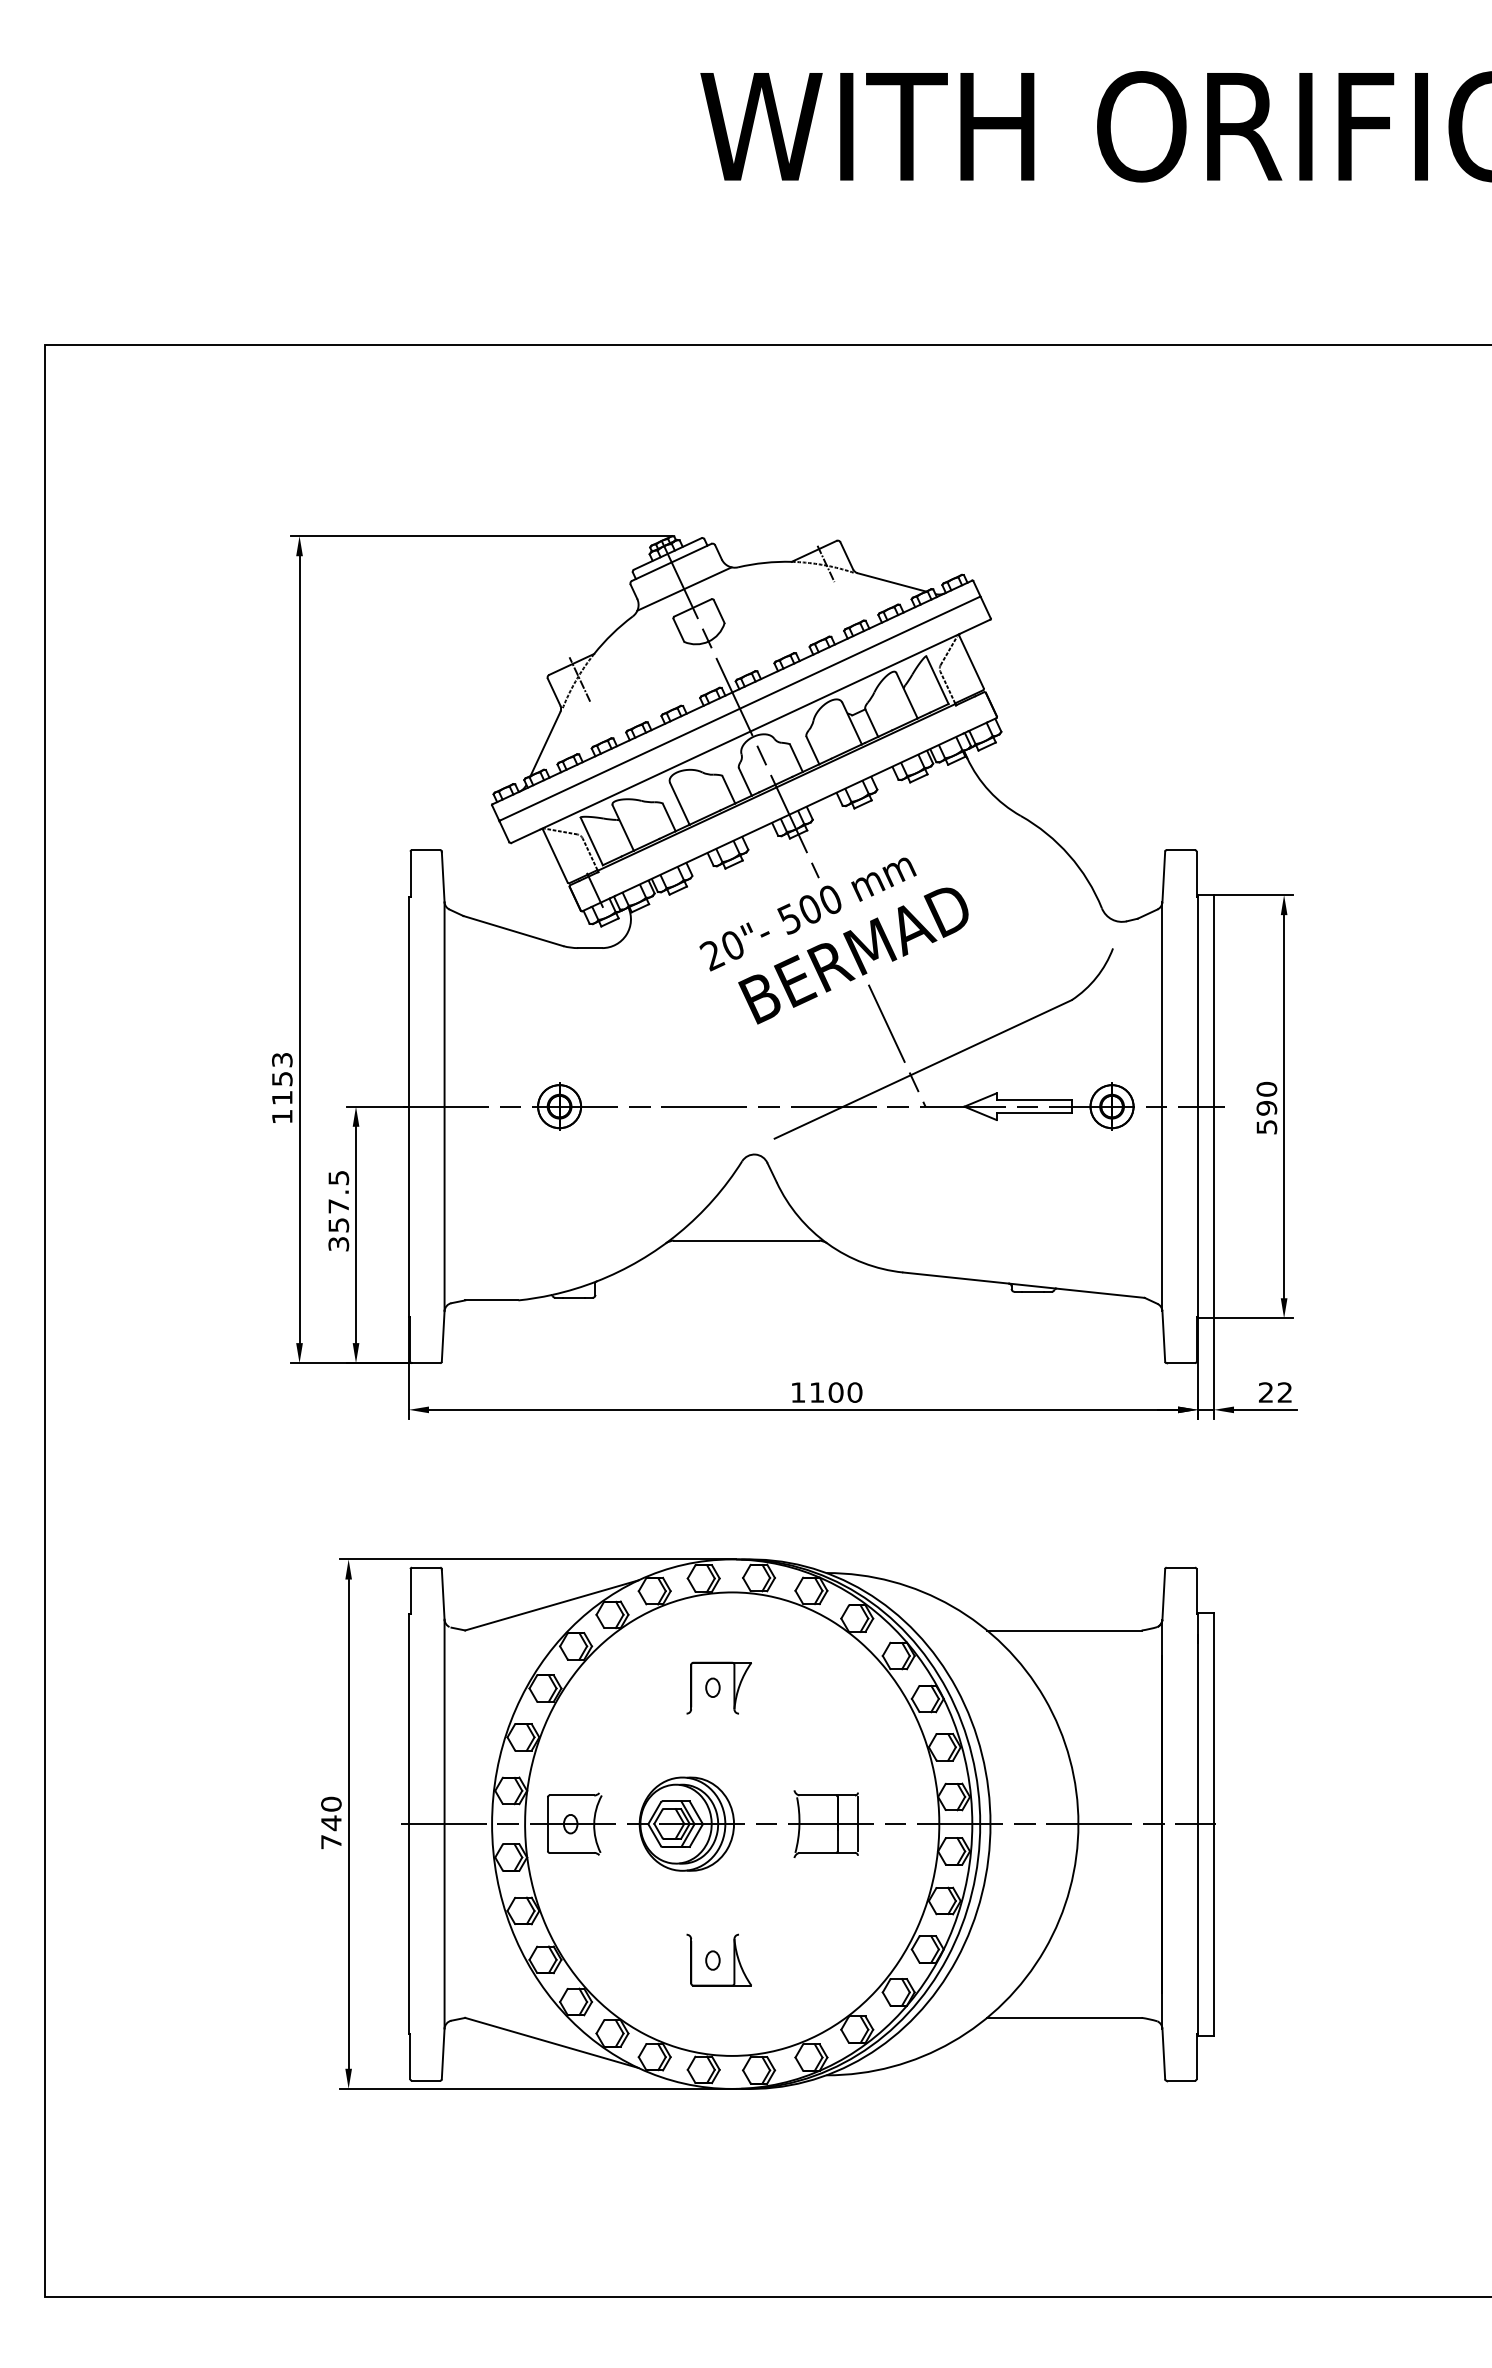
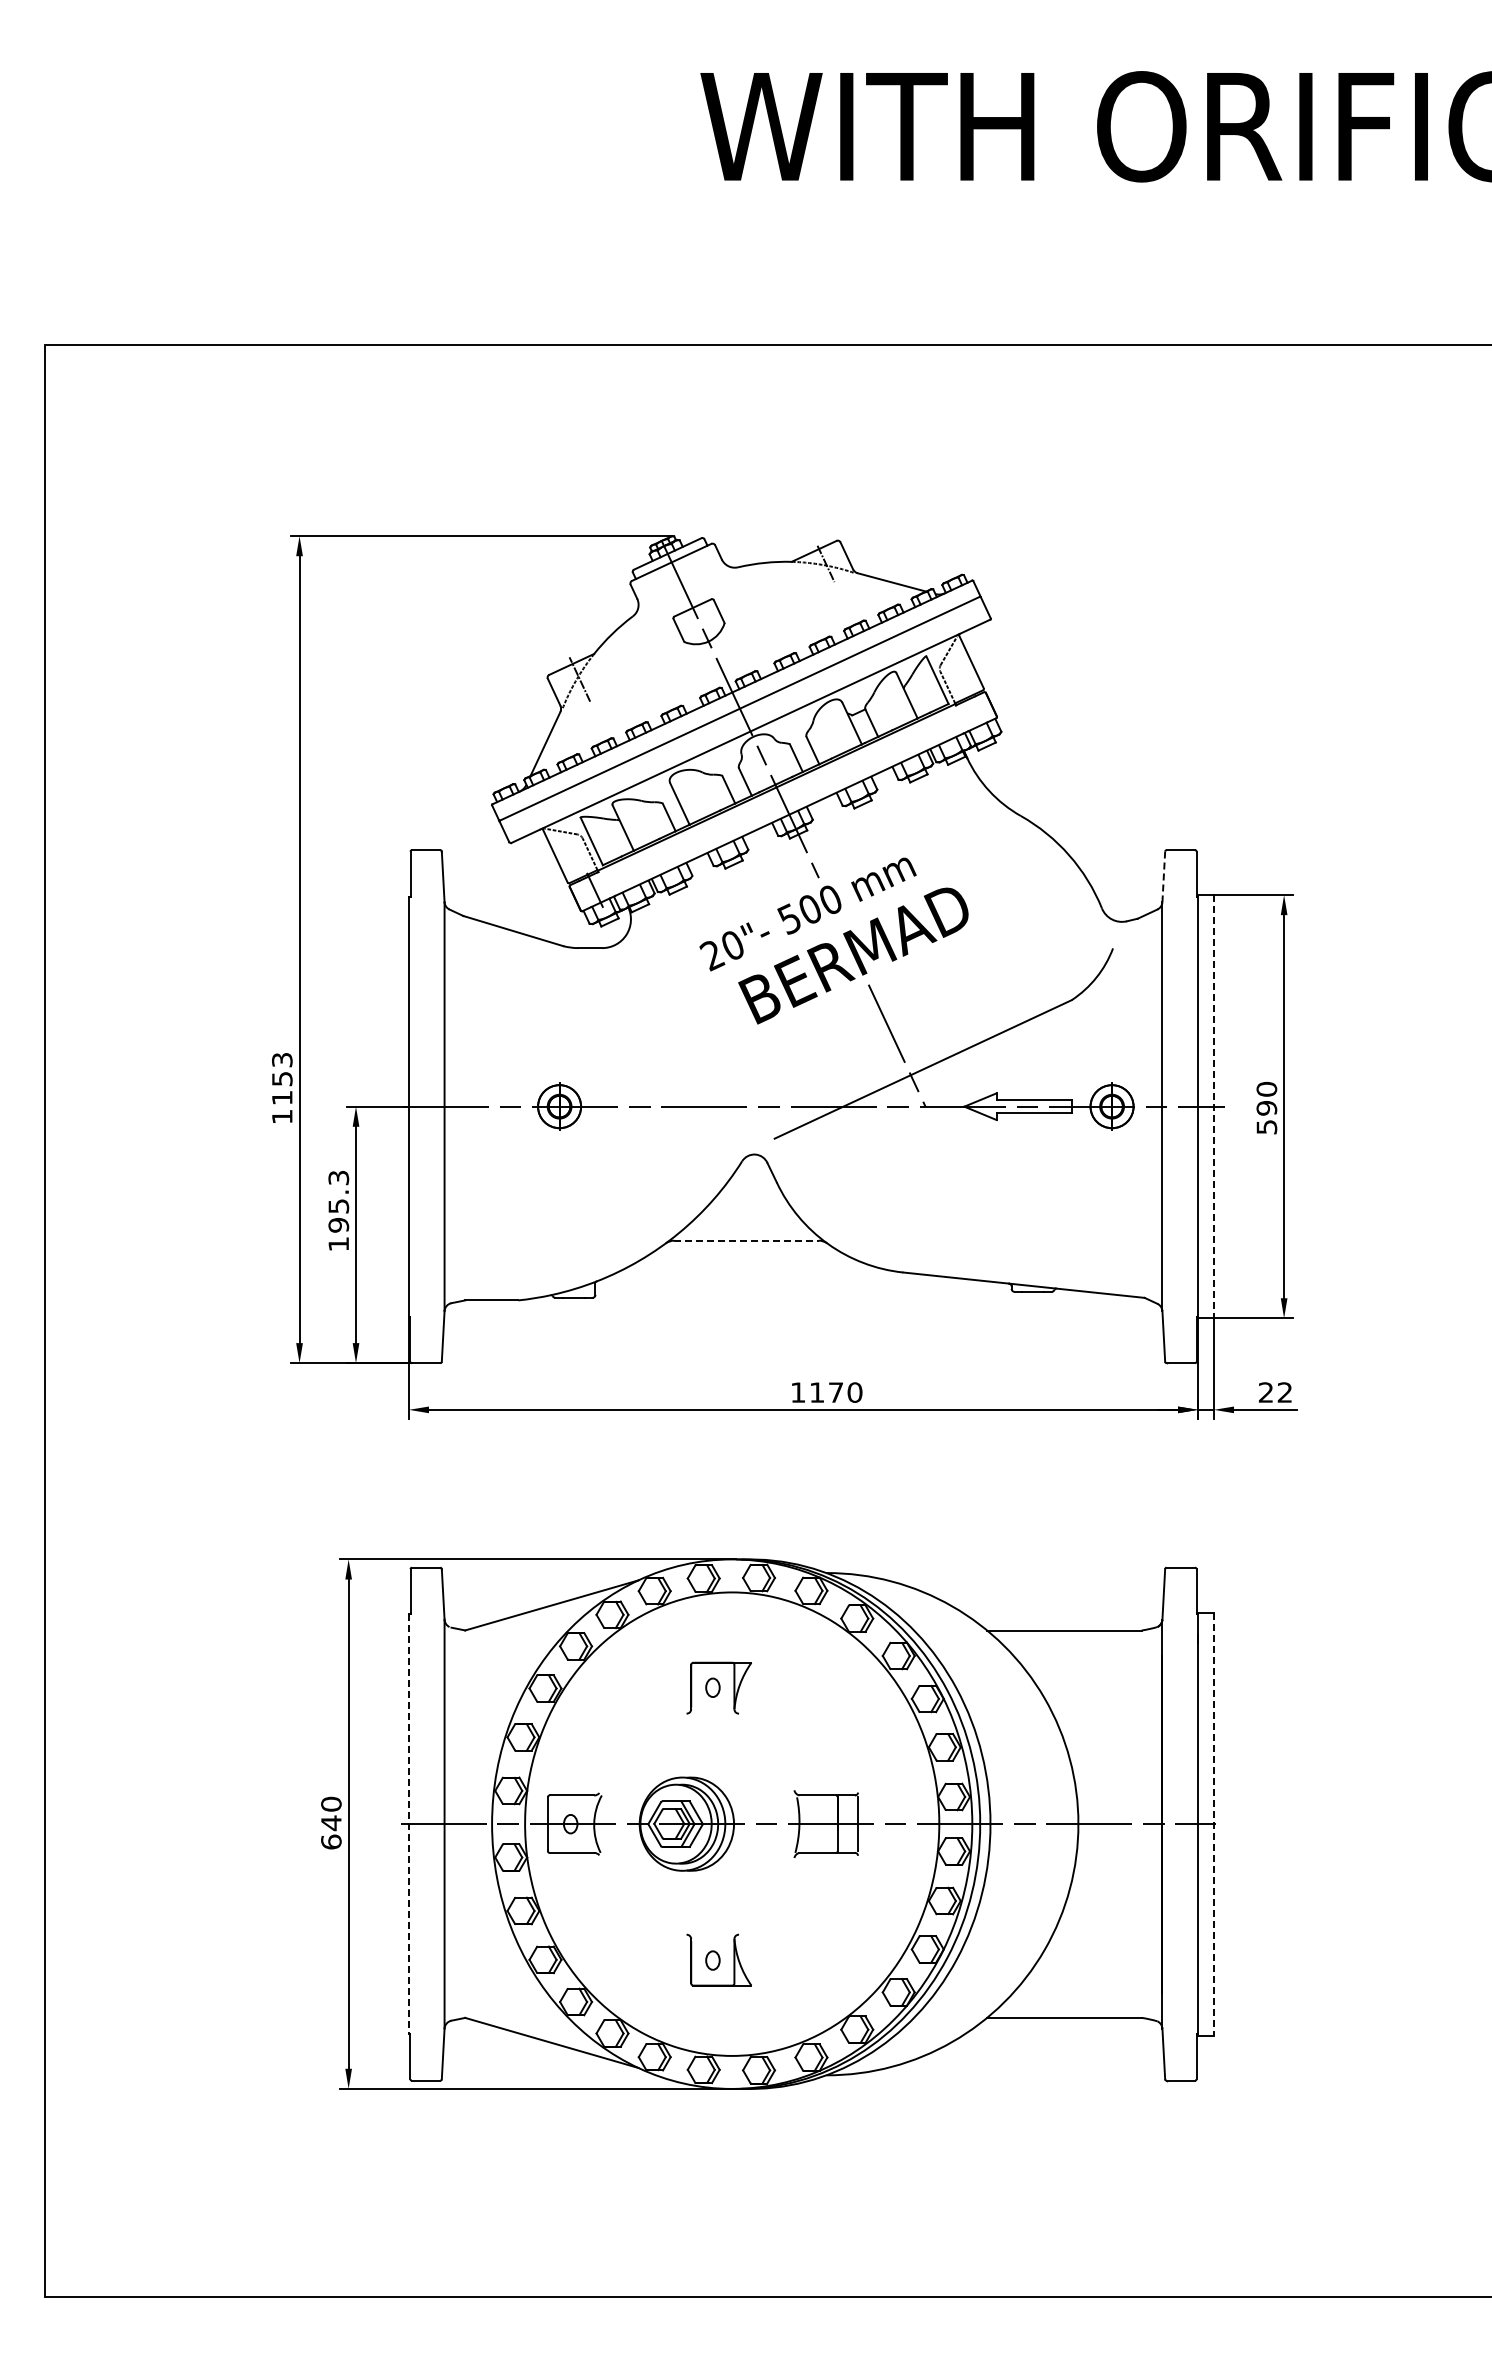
line at (684, 588): present -> none
line at (1163, 877): solid -> dashed
line at (1213, 1106): solid -> dashed
text at (338, 1211): 357.5 -> 195.3
line at (747, 1240): solid -> dashed
text at (835, 1392): 1100 -> 1170
line at (408, 1824): solid -> dashed
line at (1213, 1824): solid -> dashed
text at (331, 1841): 740 -> 640
